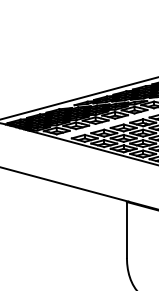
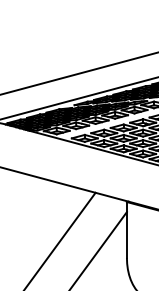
line at (78, 73): none -> present
line at (60, 239): none -> present
line at (98, 249): none -> present
